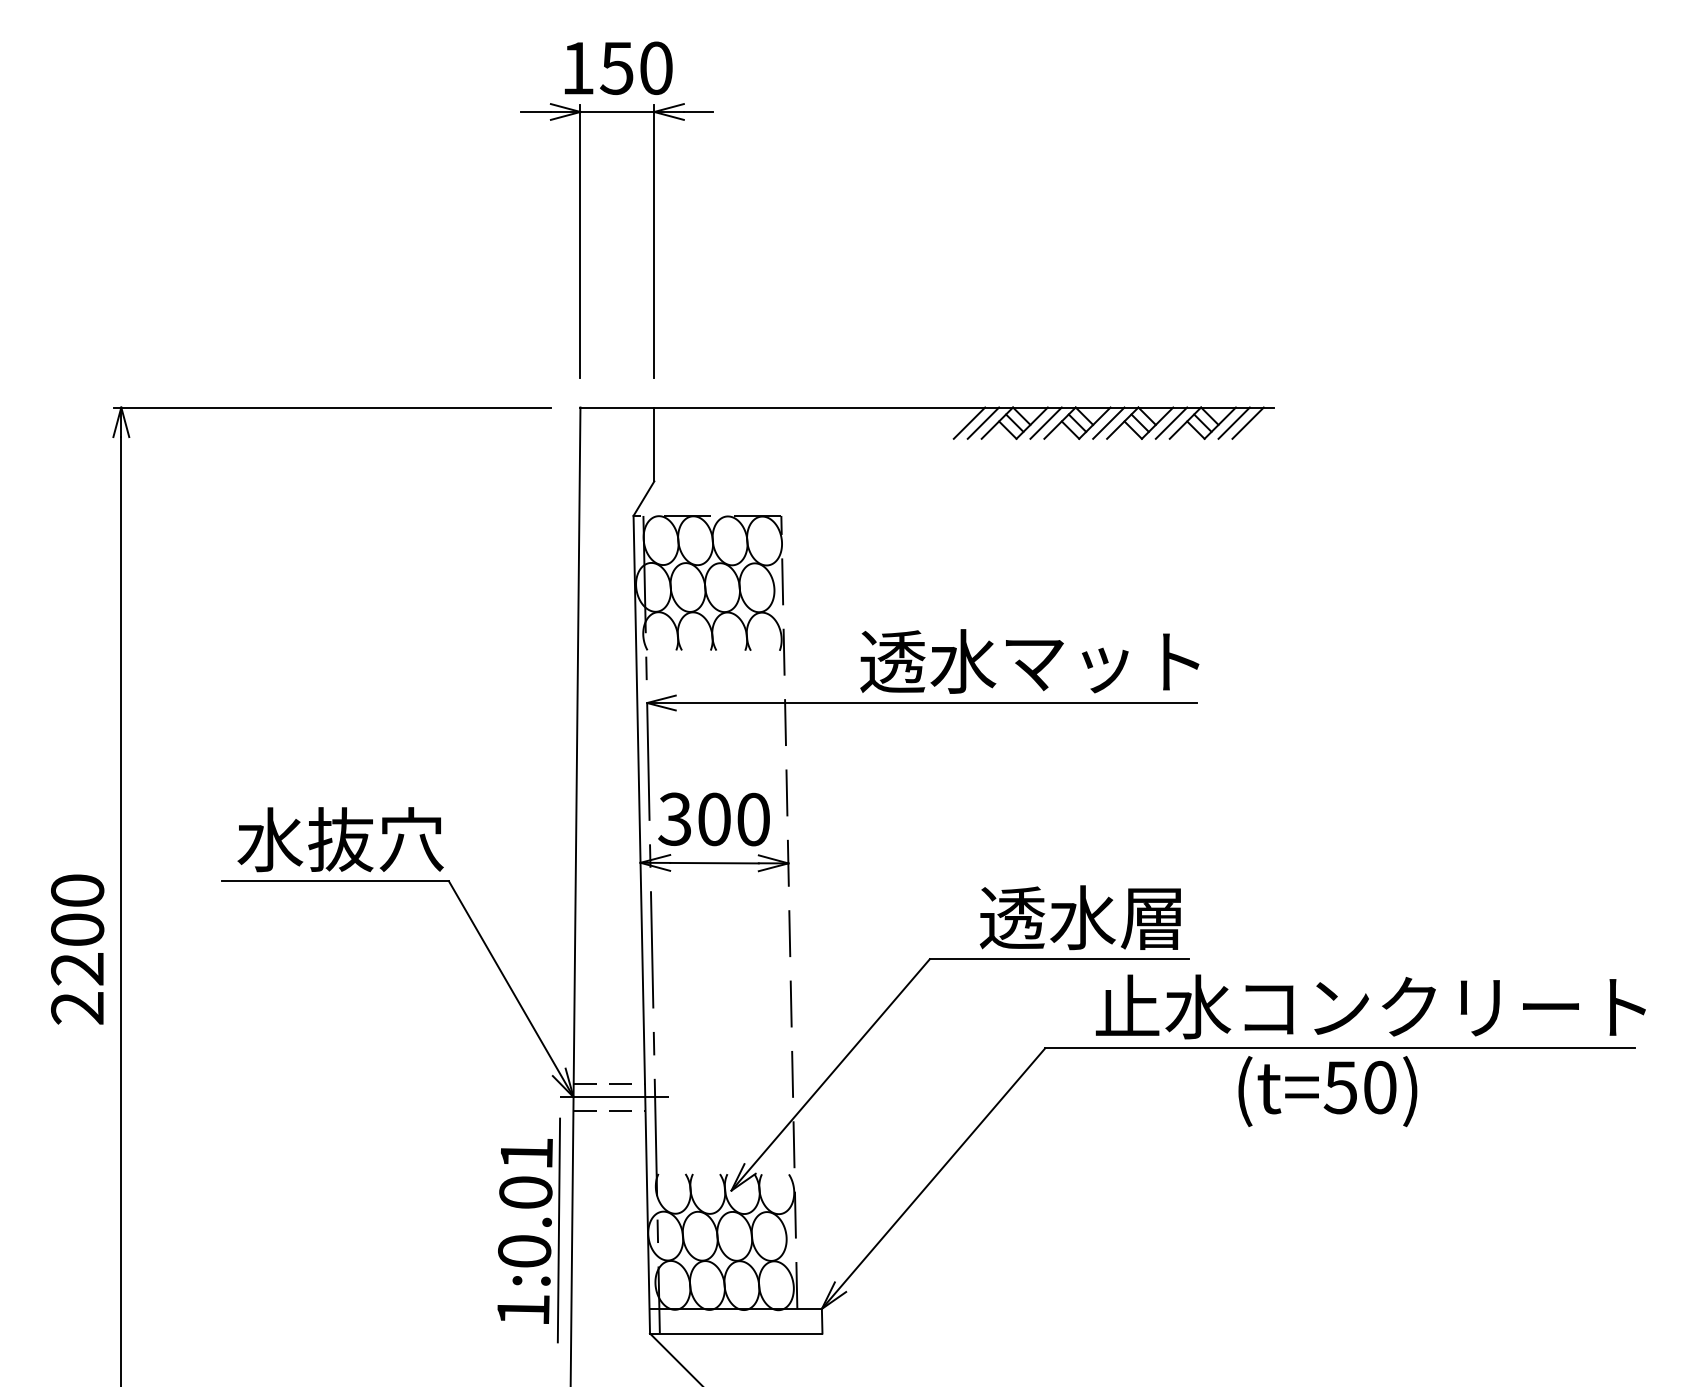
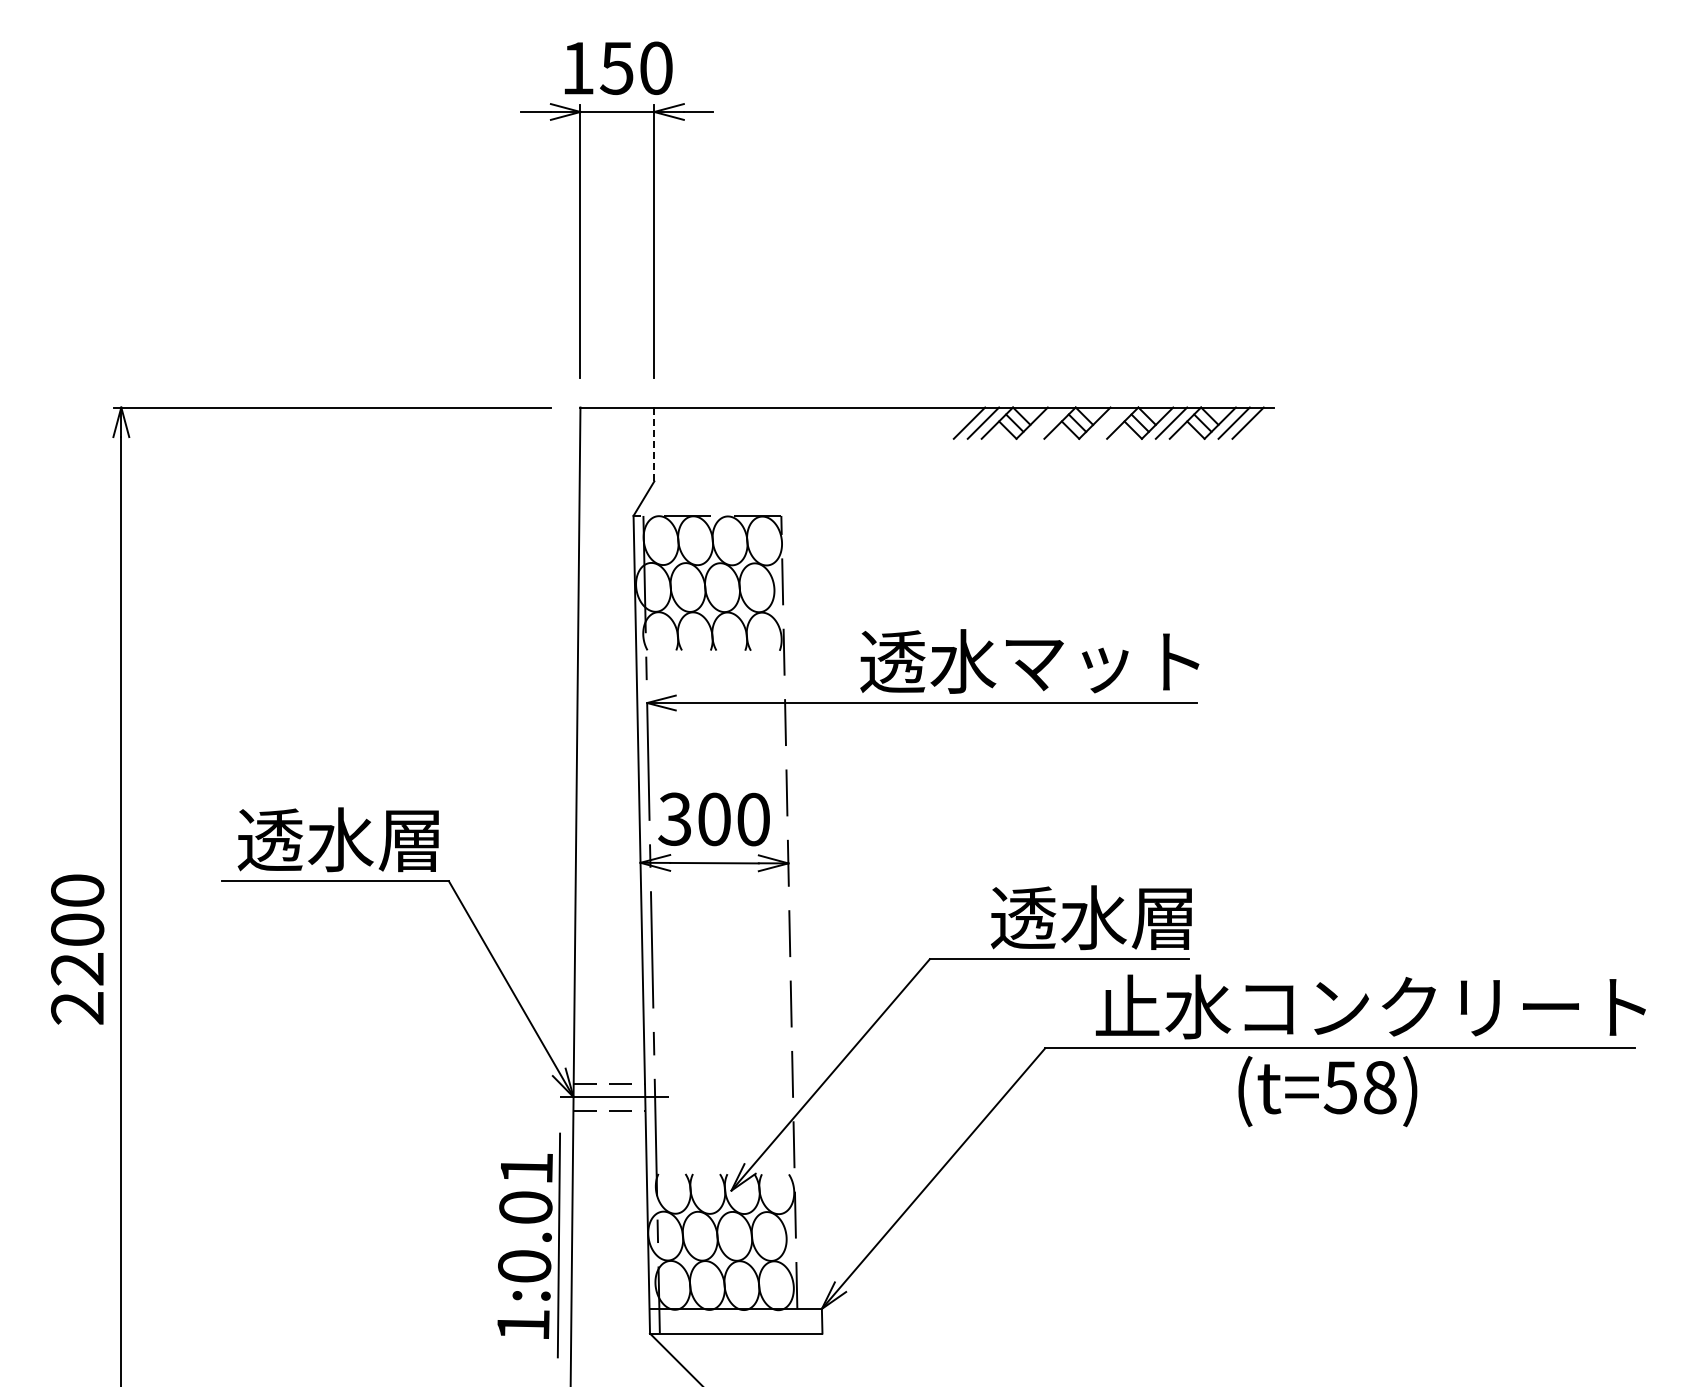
line at (1045, 422): present -> none
line at (1108, 422): present -> none
line at (654, 444): solid -> dashed
text at (340, 839): 水抜穴 -> 透水層
text at (1079, 917) position: (1079, 917) -> (1090, 917)
text at (1380, 1087): (t=50) -> (t=58)
part at (528, 1230) position: (528, 1230) -> (528, 1245)
